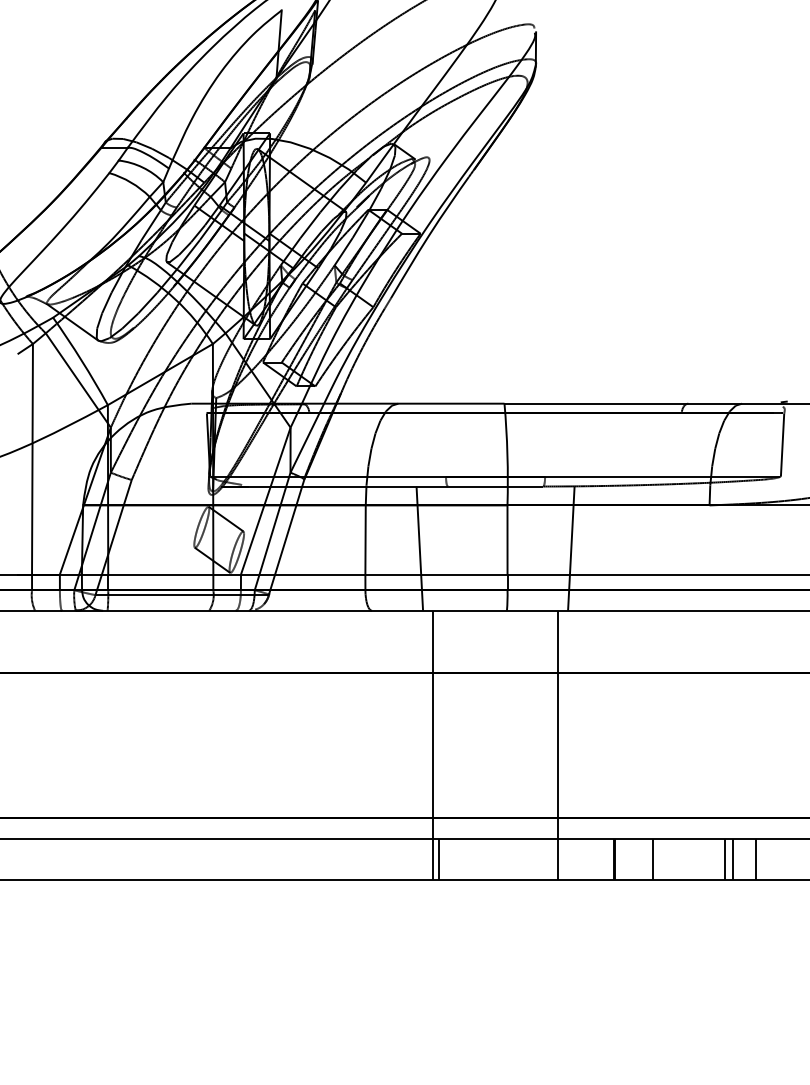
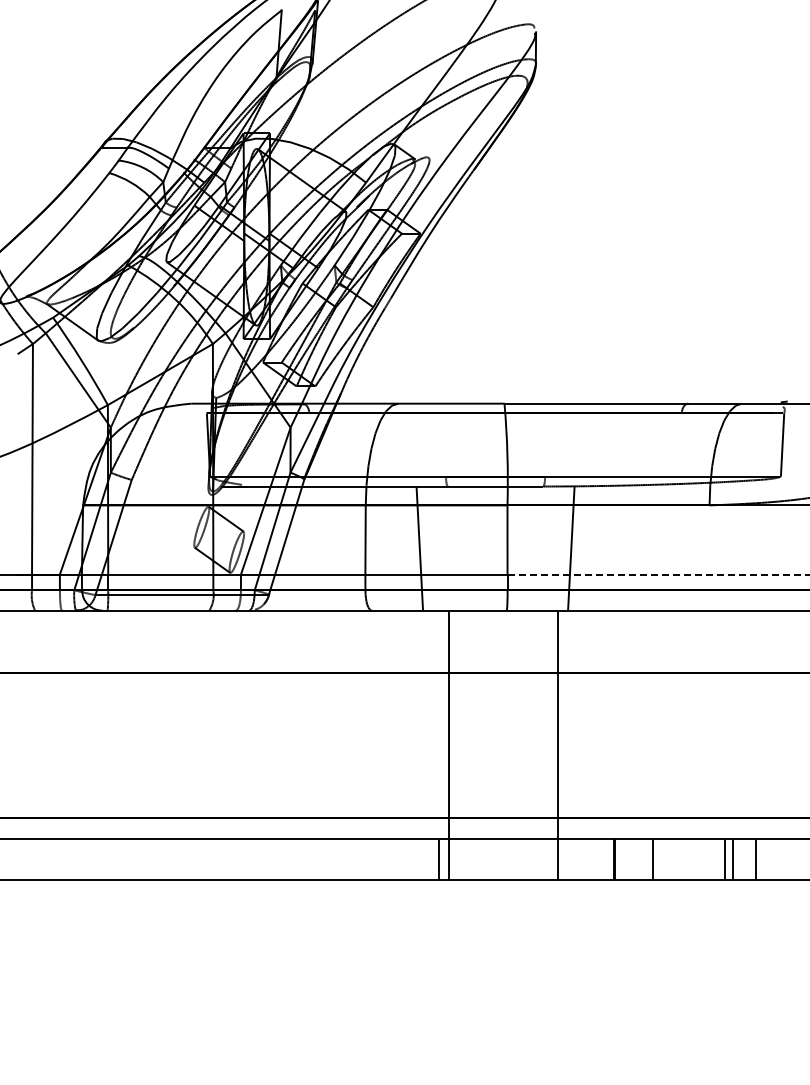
line at (658, 574): solid -> dashed
line at (433, 745) position: (433, 745) -> (449, 745)
